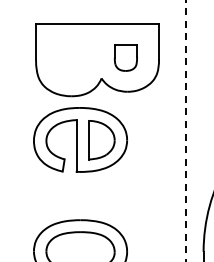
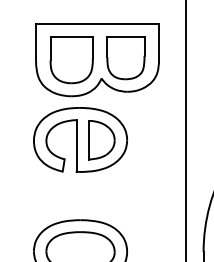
part at (125, 57) size: 24x28 px -> 40x45 px
part at (71, 60): none -> present
line at (186, 130): dashed -> solid
